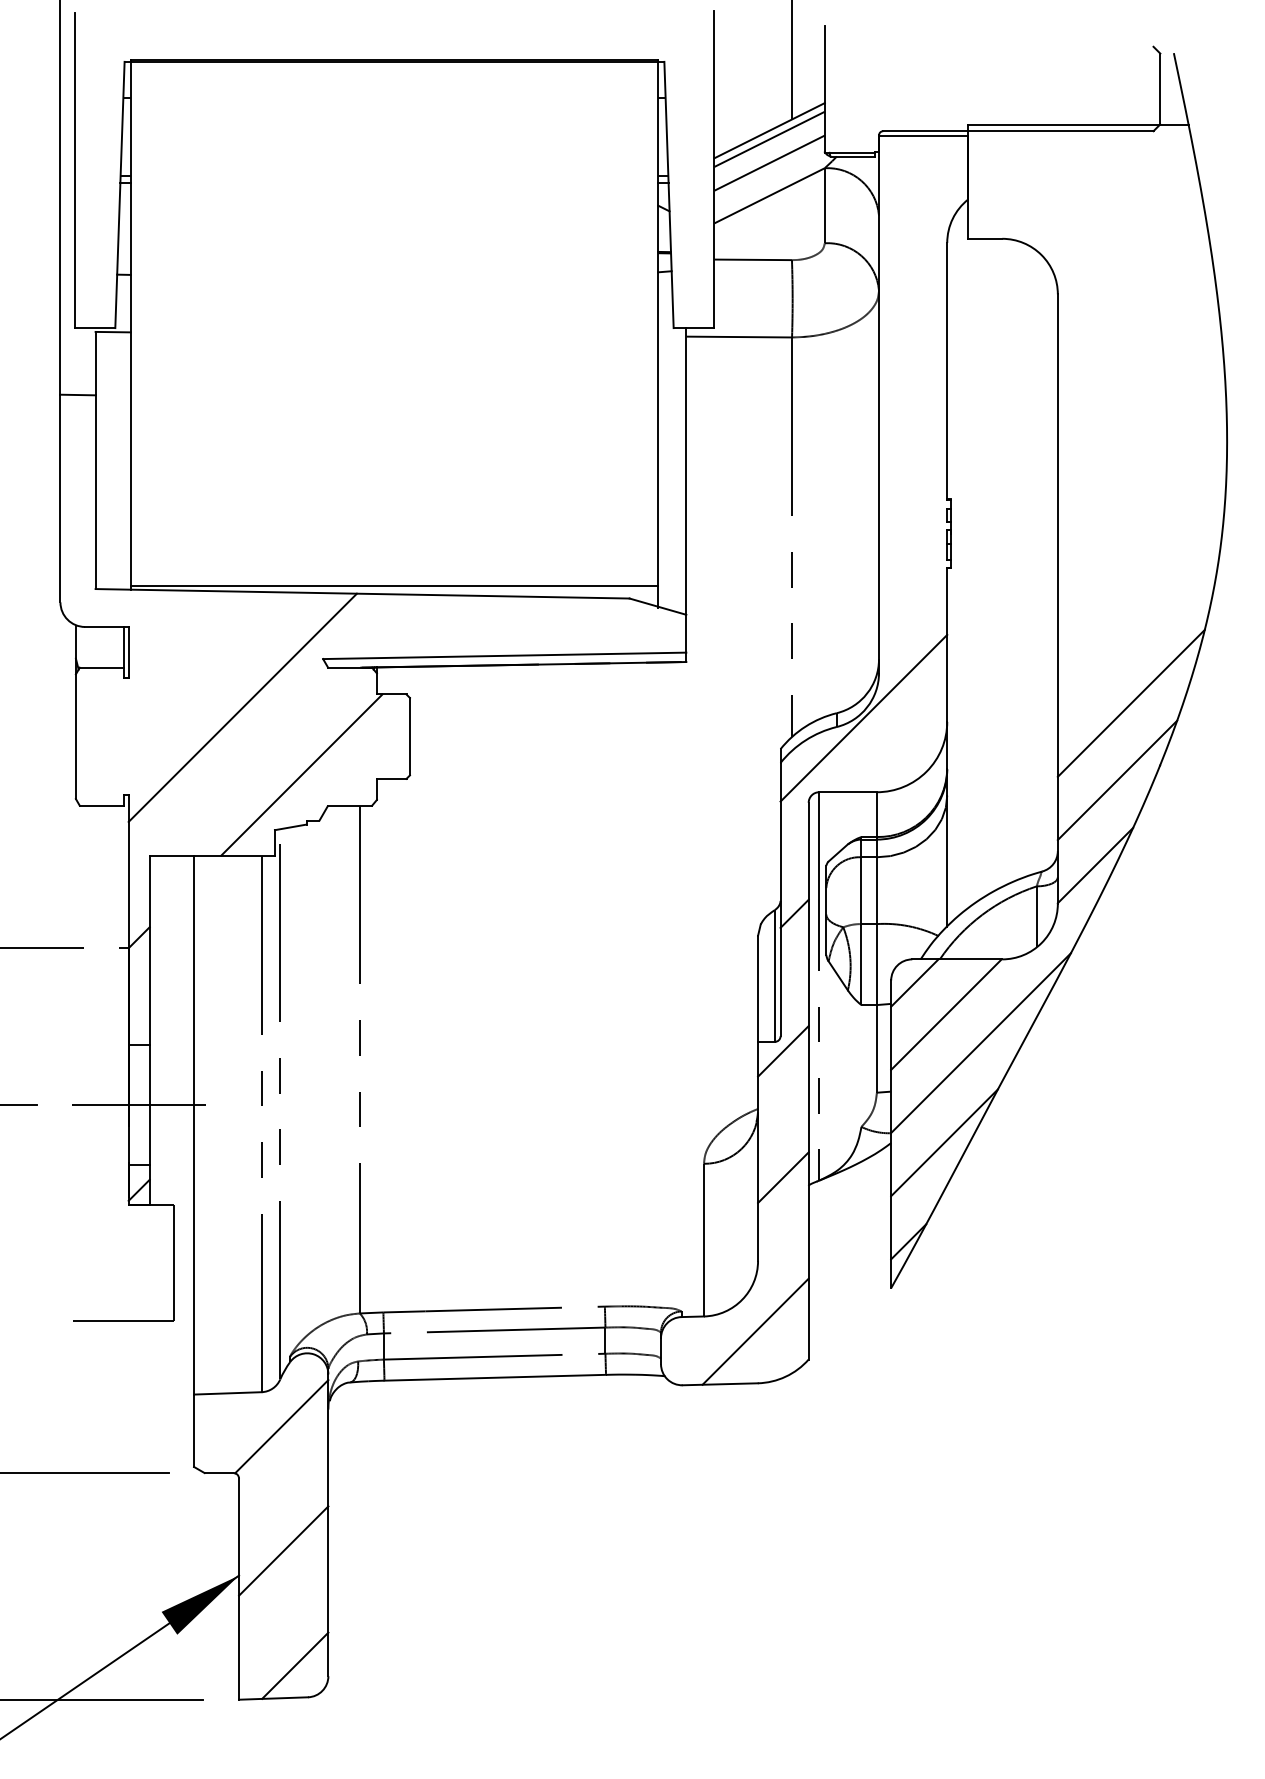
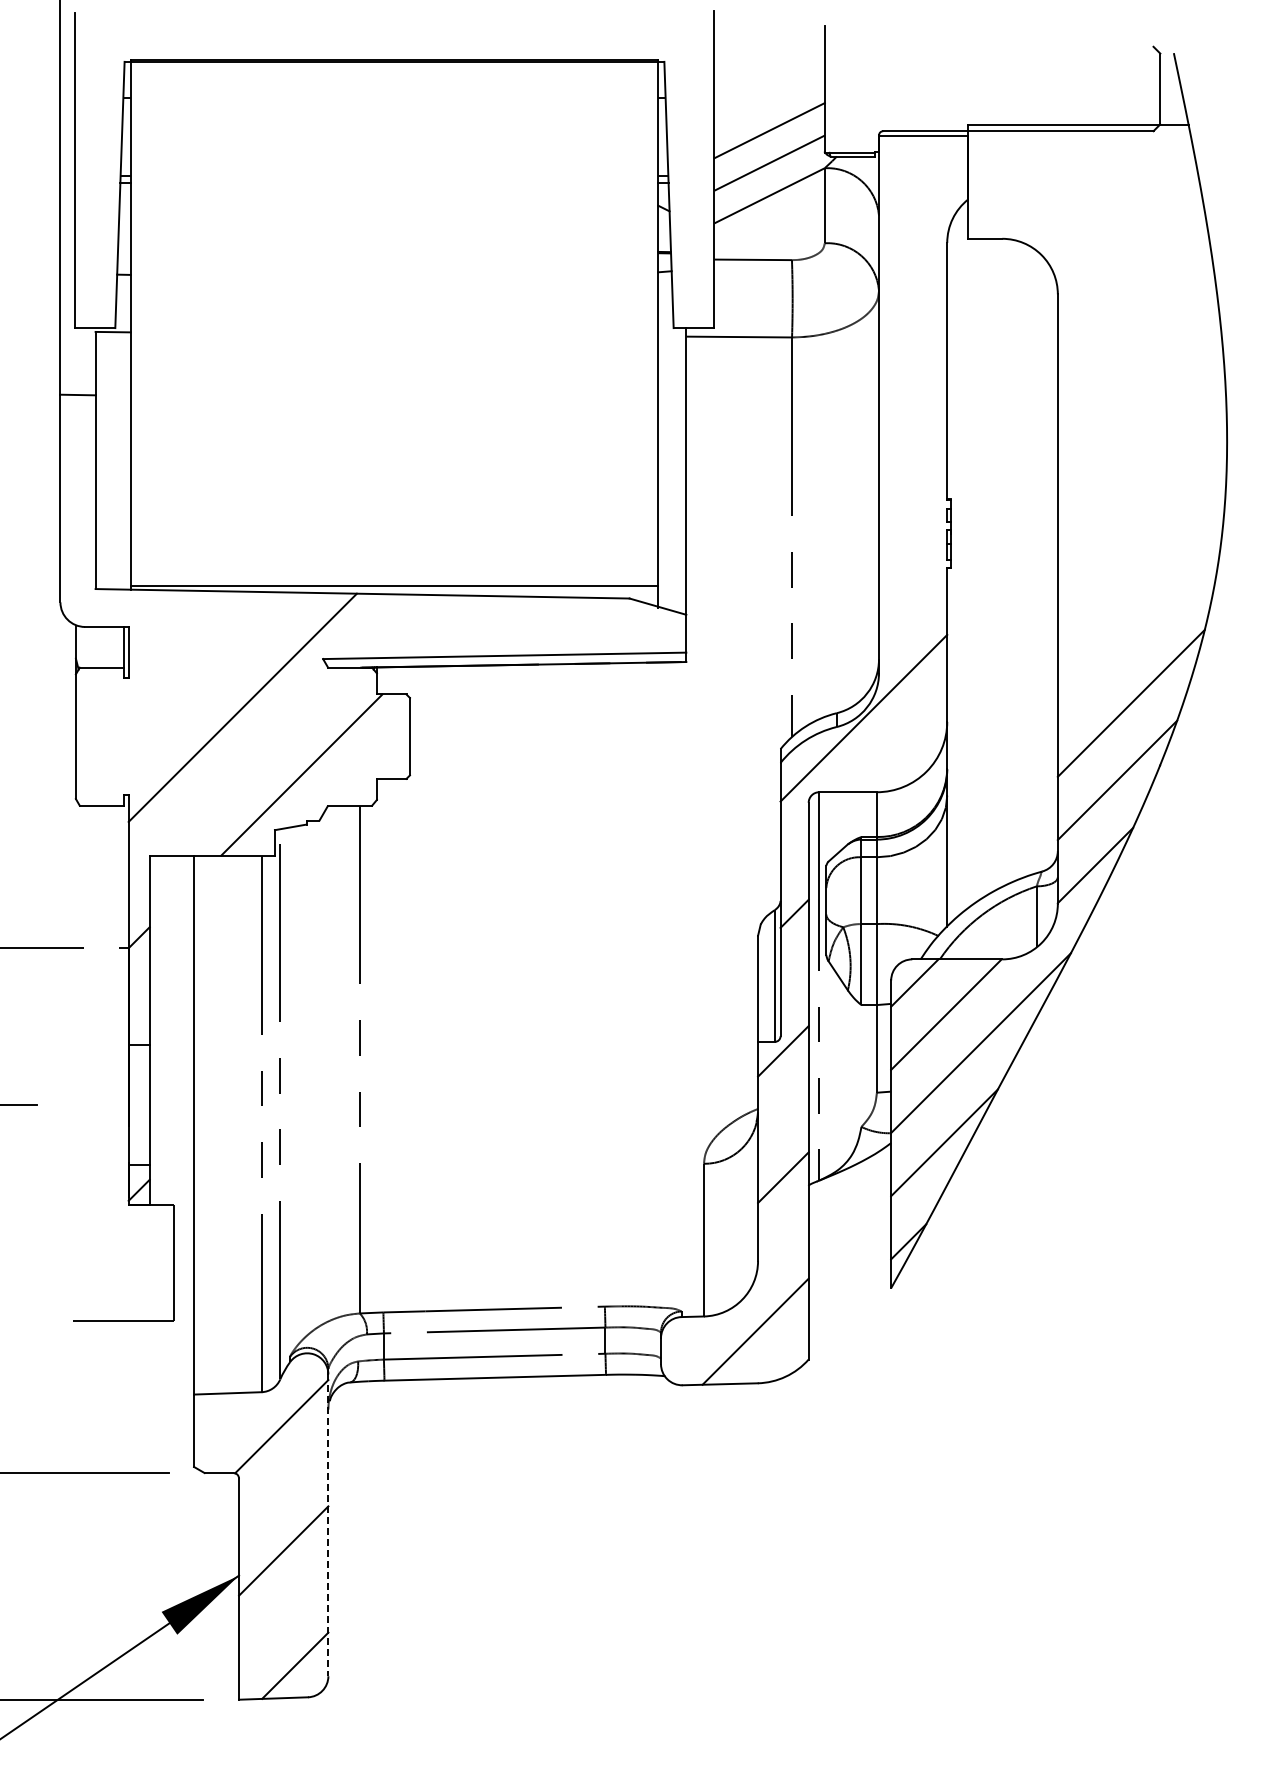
line at (792, 60): present -> none
line at (769, 138): present -> none
line at (139, 1104): present -> none
line at (328, 1525): solid -> dashed
